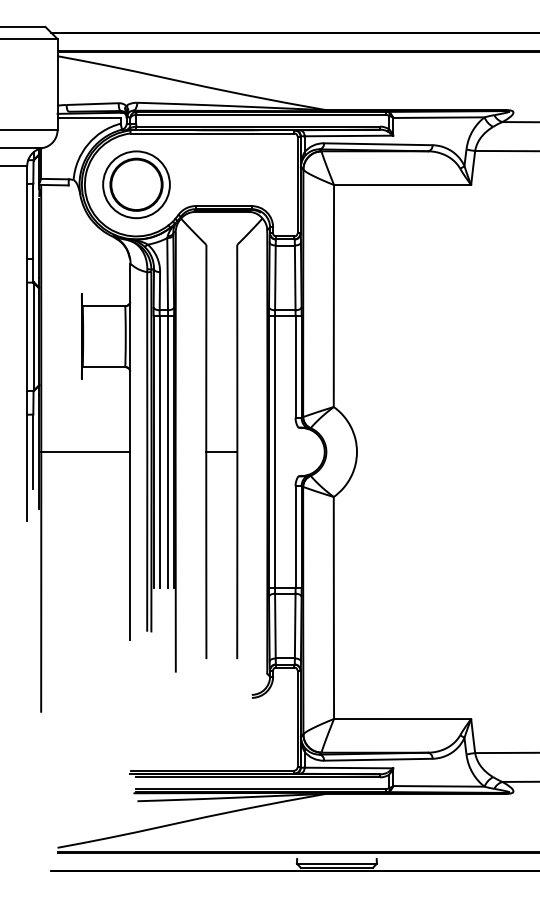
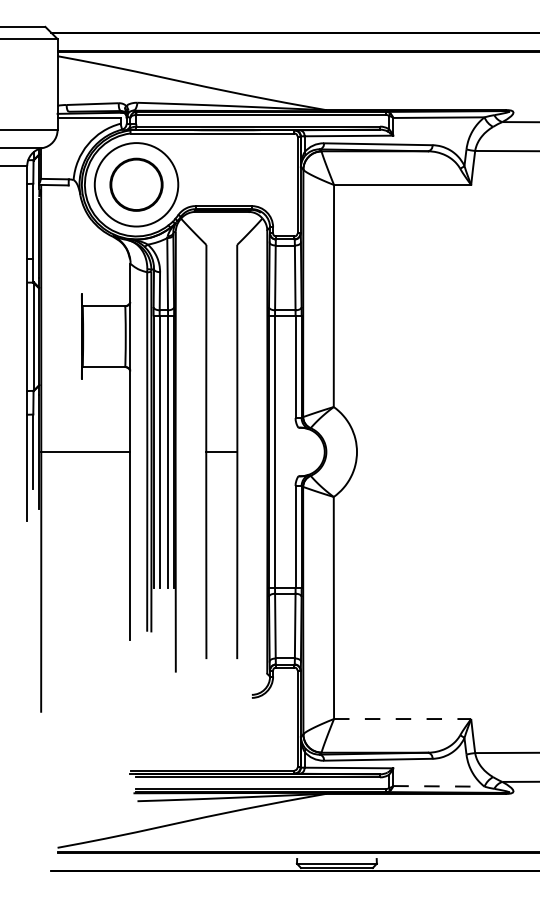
circle at (136, 184) diameter: 67 px -> 83 px
line at (402, 719): solid -> dashed
line at (438, 786): solid -> dashed
